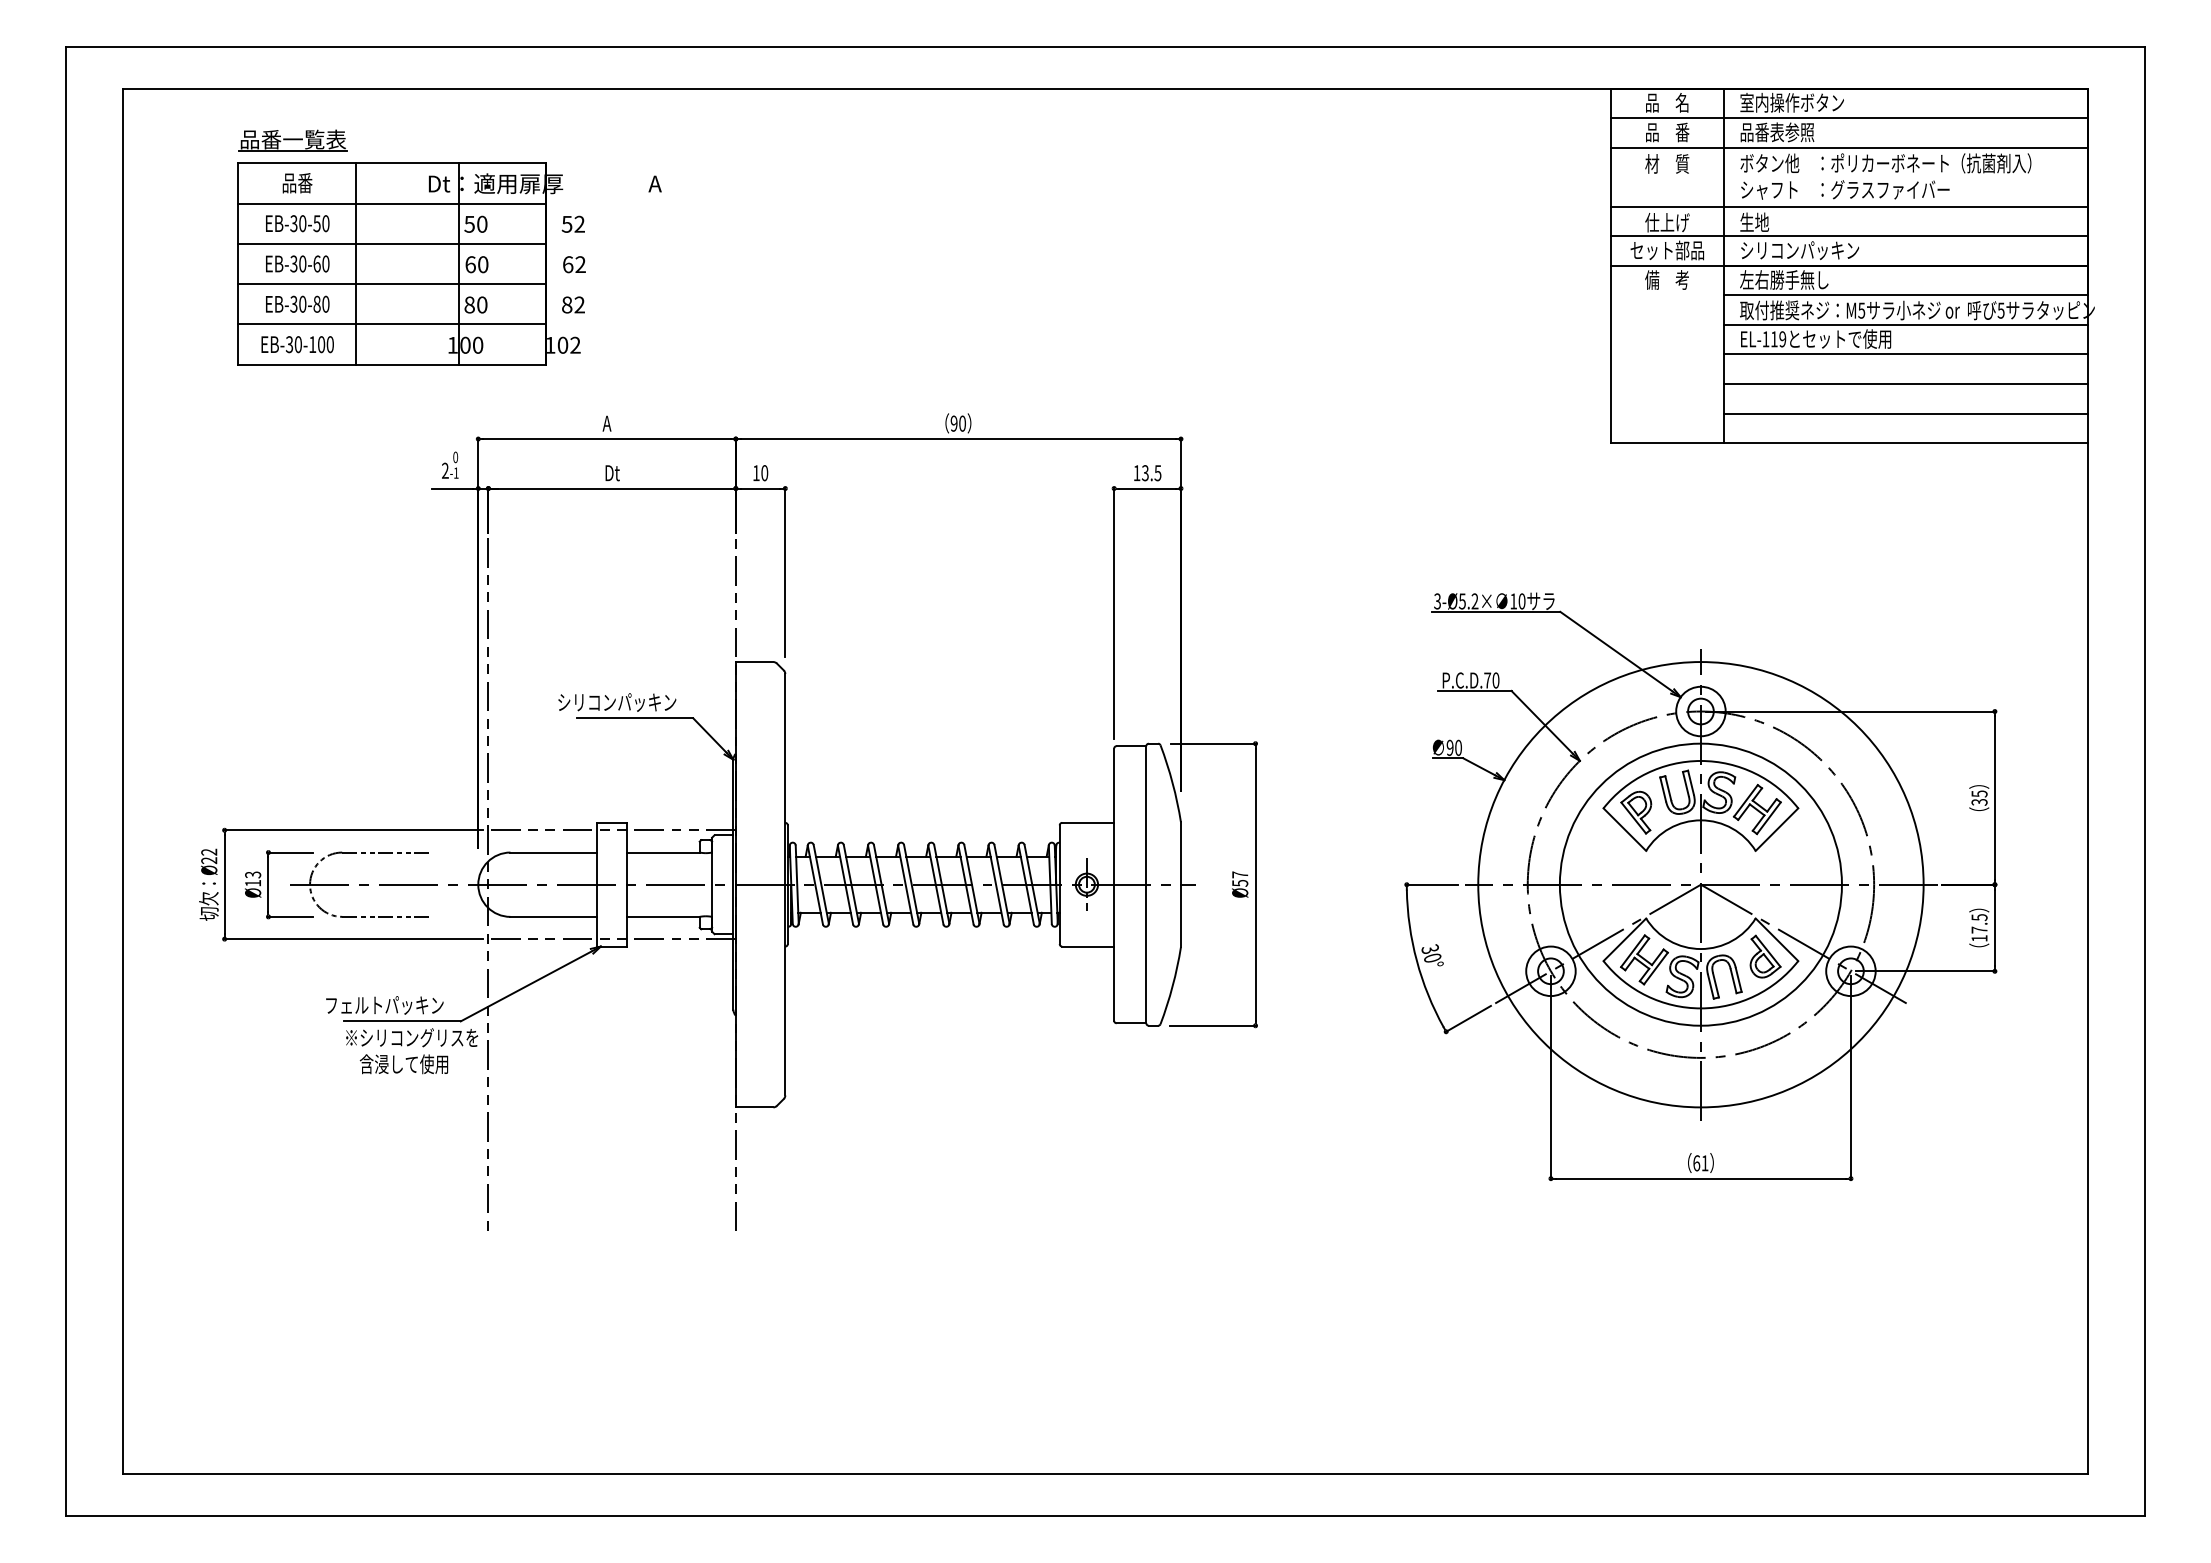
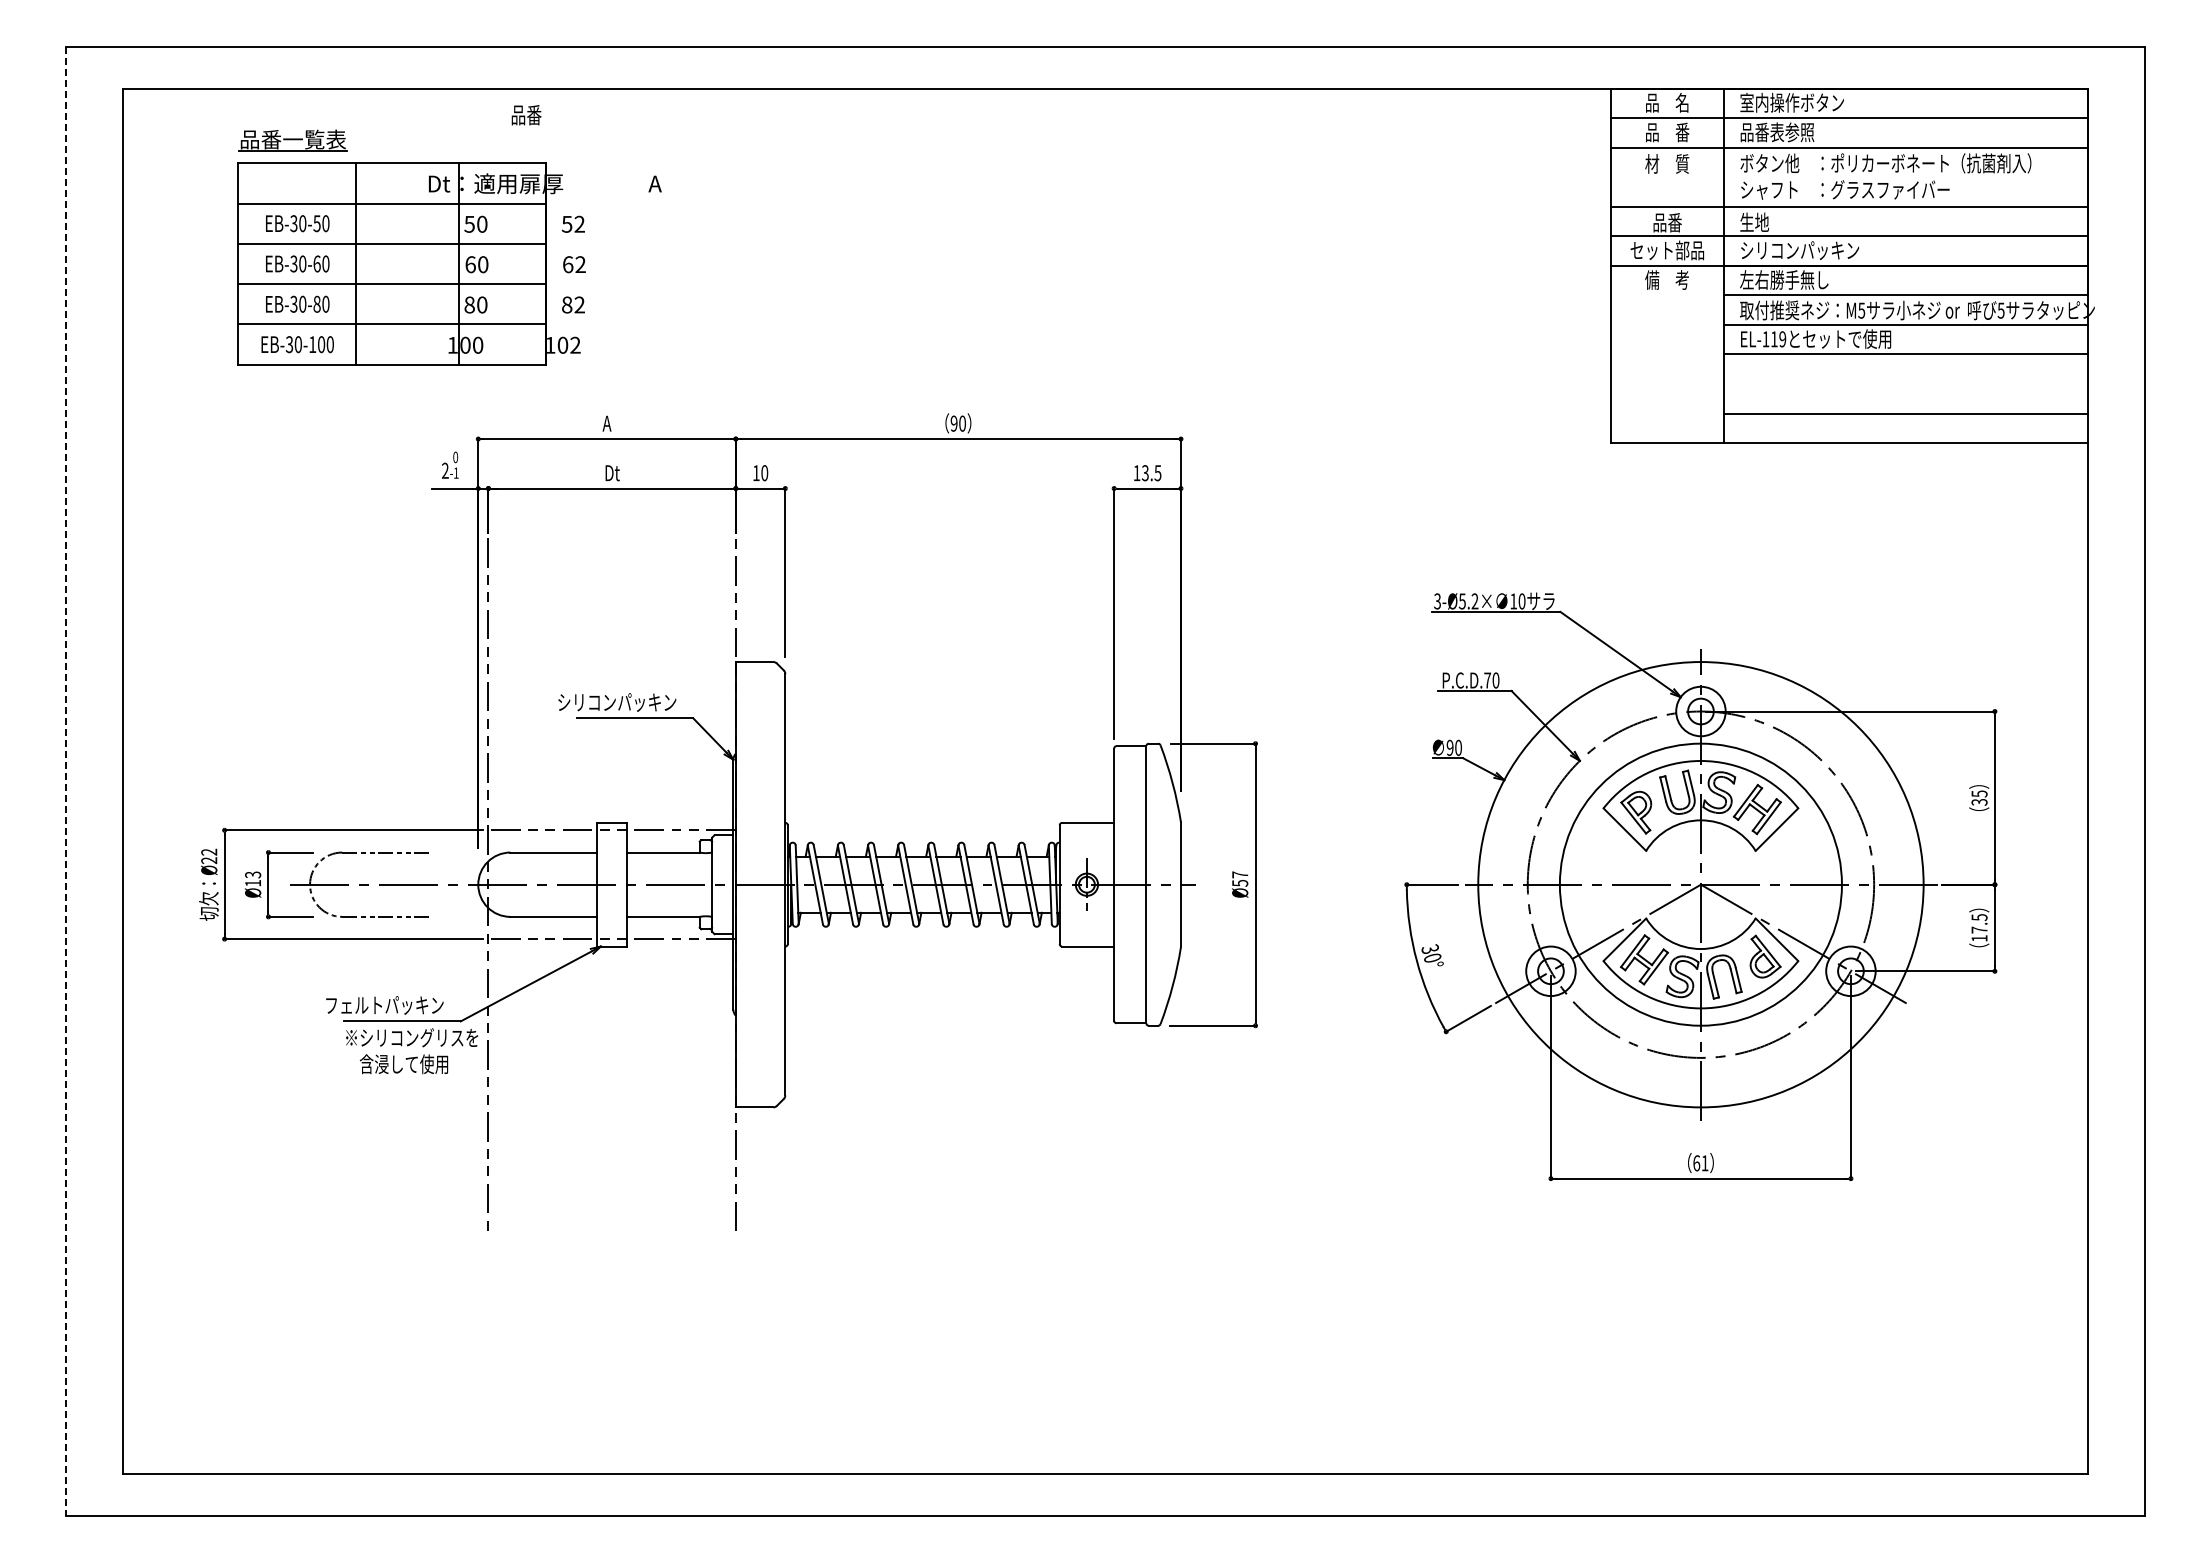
text at (297, 183) position: (297, 183) -> (526, 115)
text at (1667, 222): 仕上げ -> 品番
line at (1905, 384): present -> none
line at (66, 781): solid -> dashed
